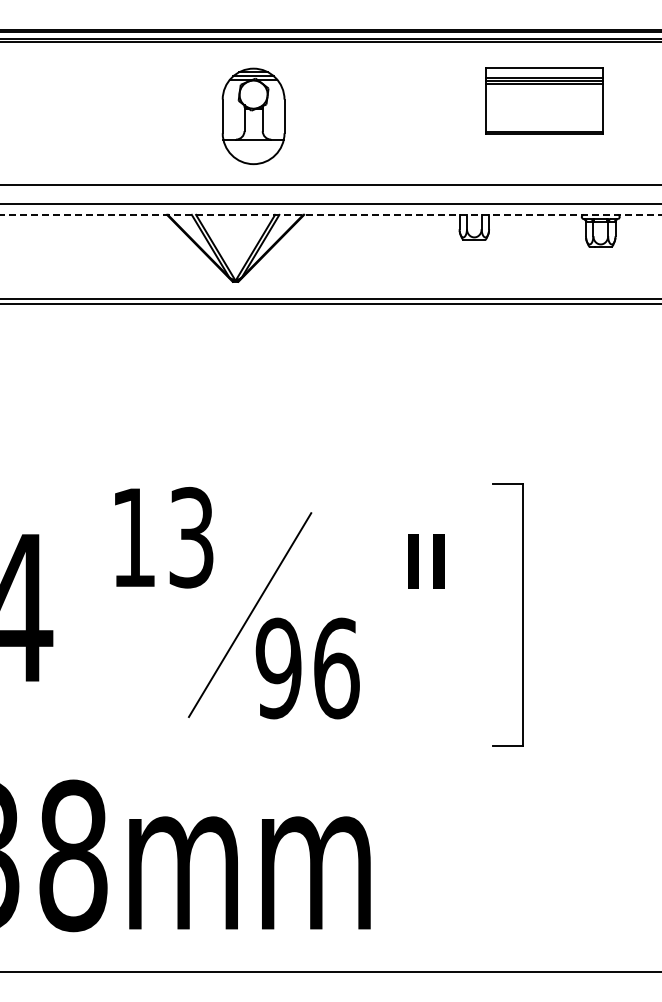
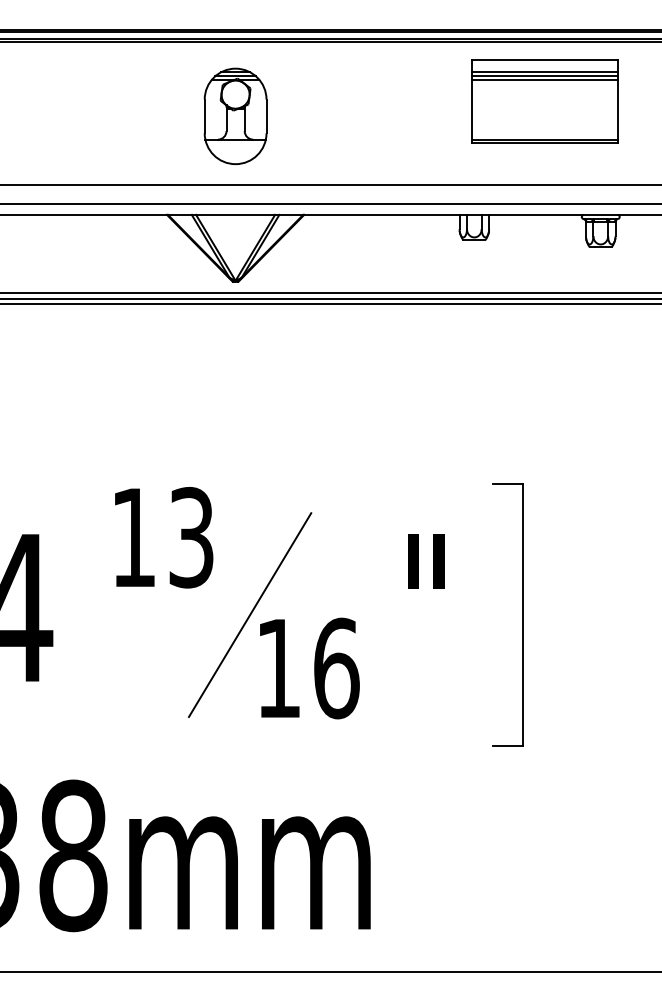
part at (544, 100) size: 119x68 px -> 148x85 px
part at (253, 116) position: (253, 116) -> (235, 116)
line at (330, 214): dashed -> solid
line at (330, 292): none -> present
text at (278, 668): 96 -> 16
